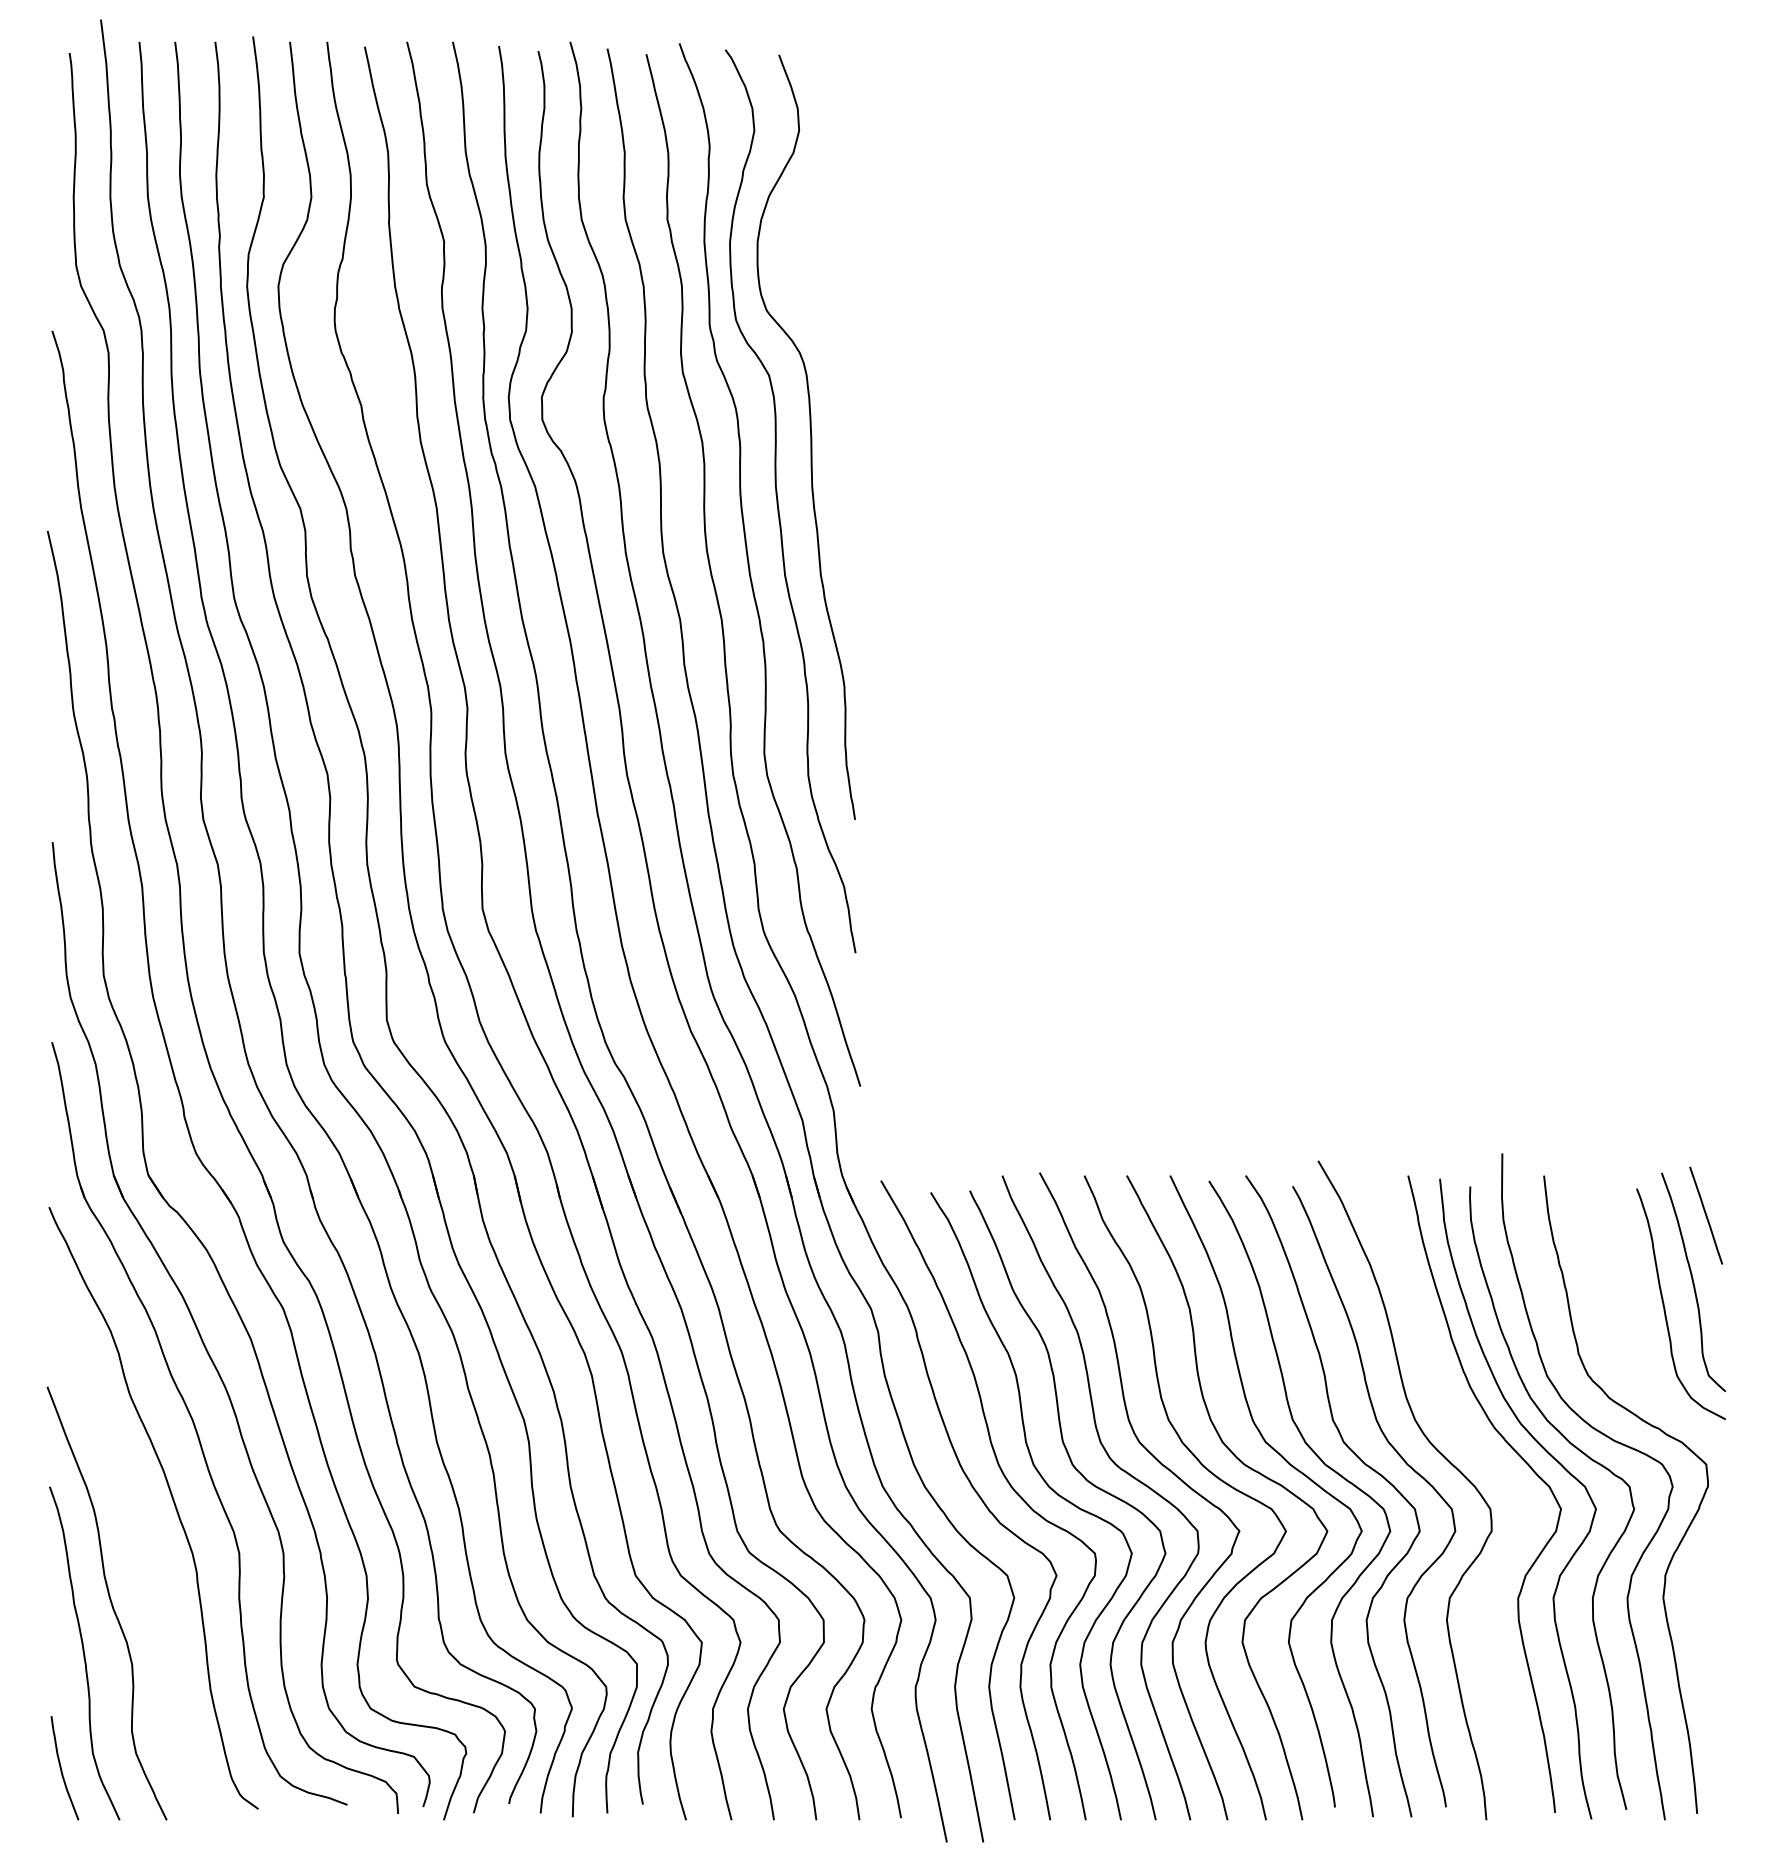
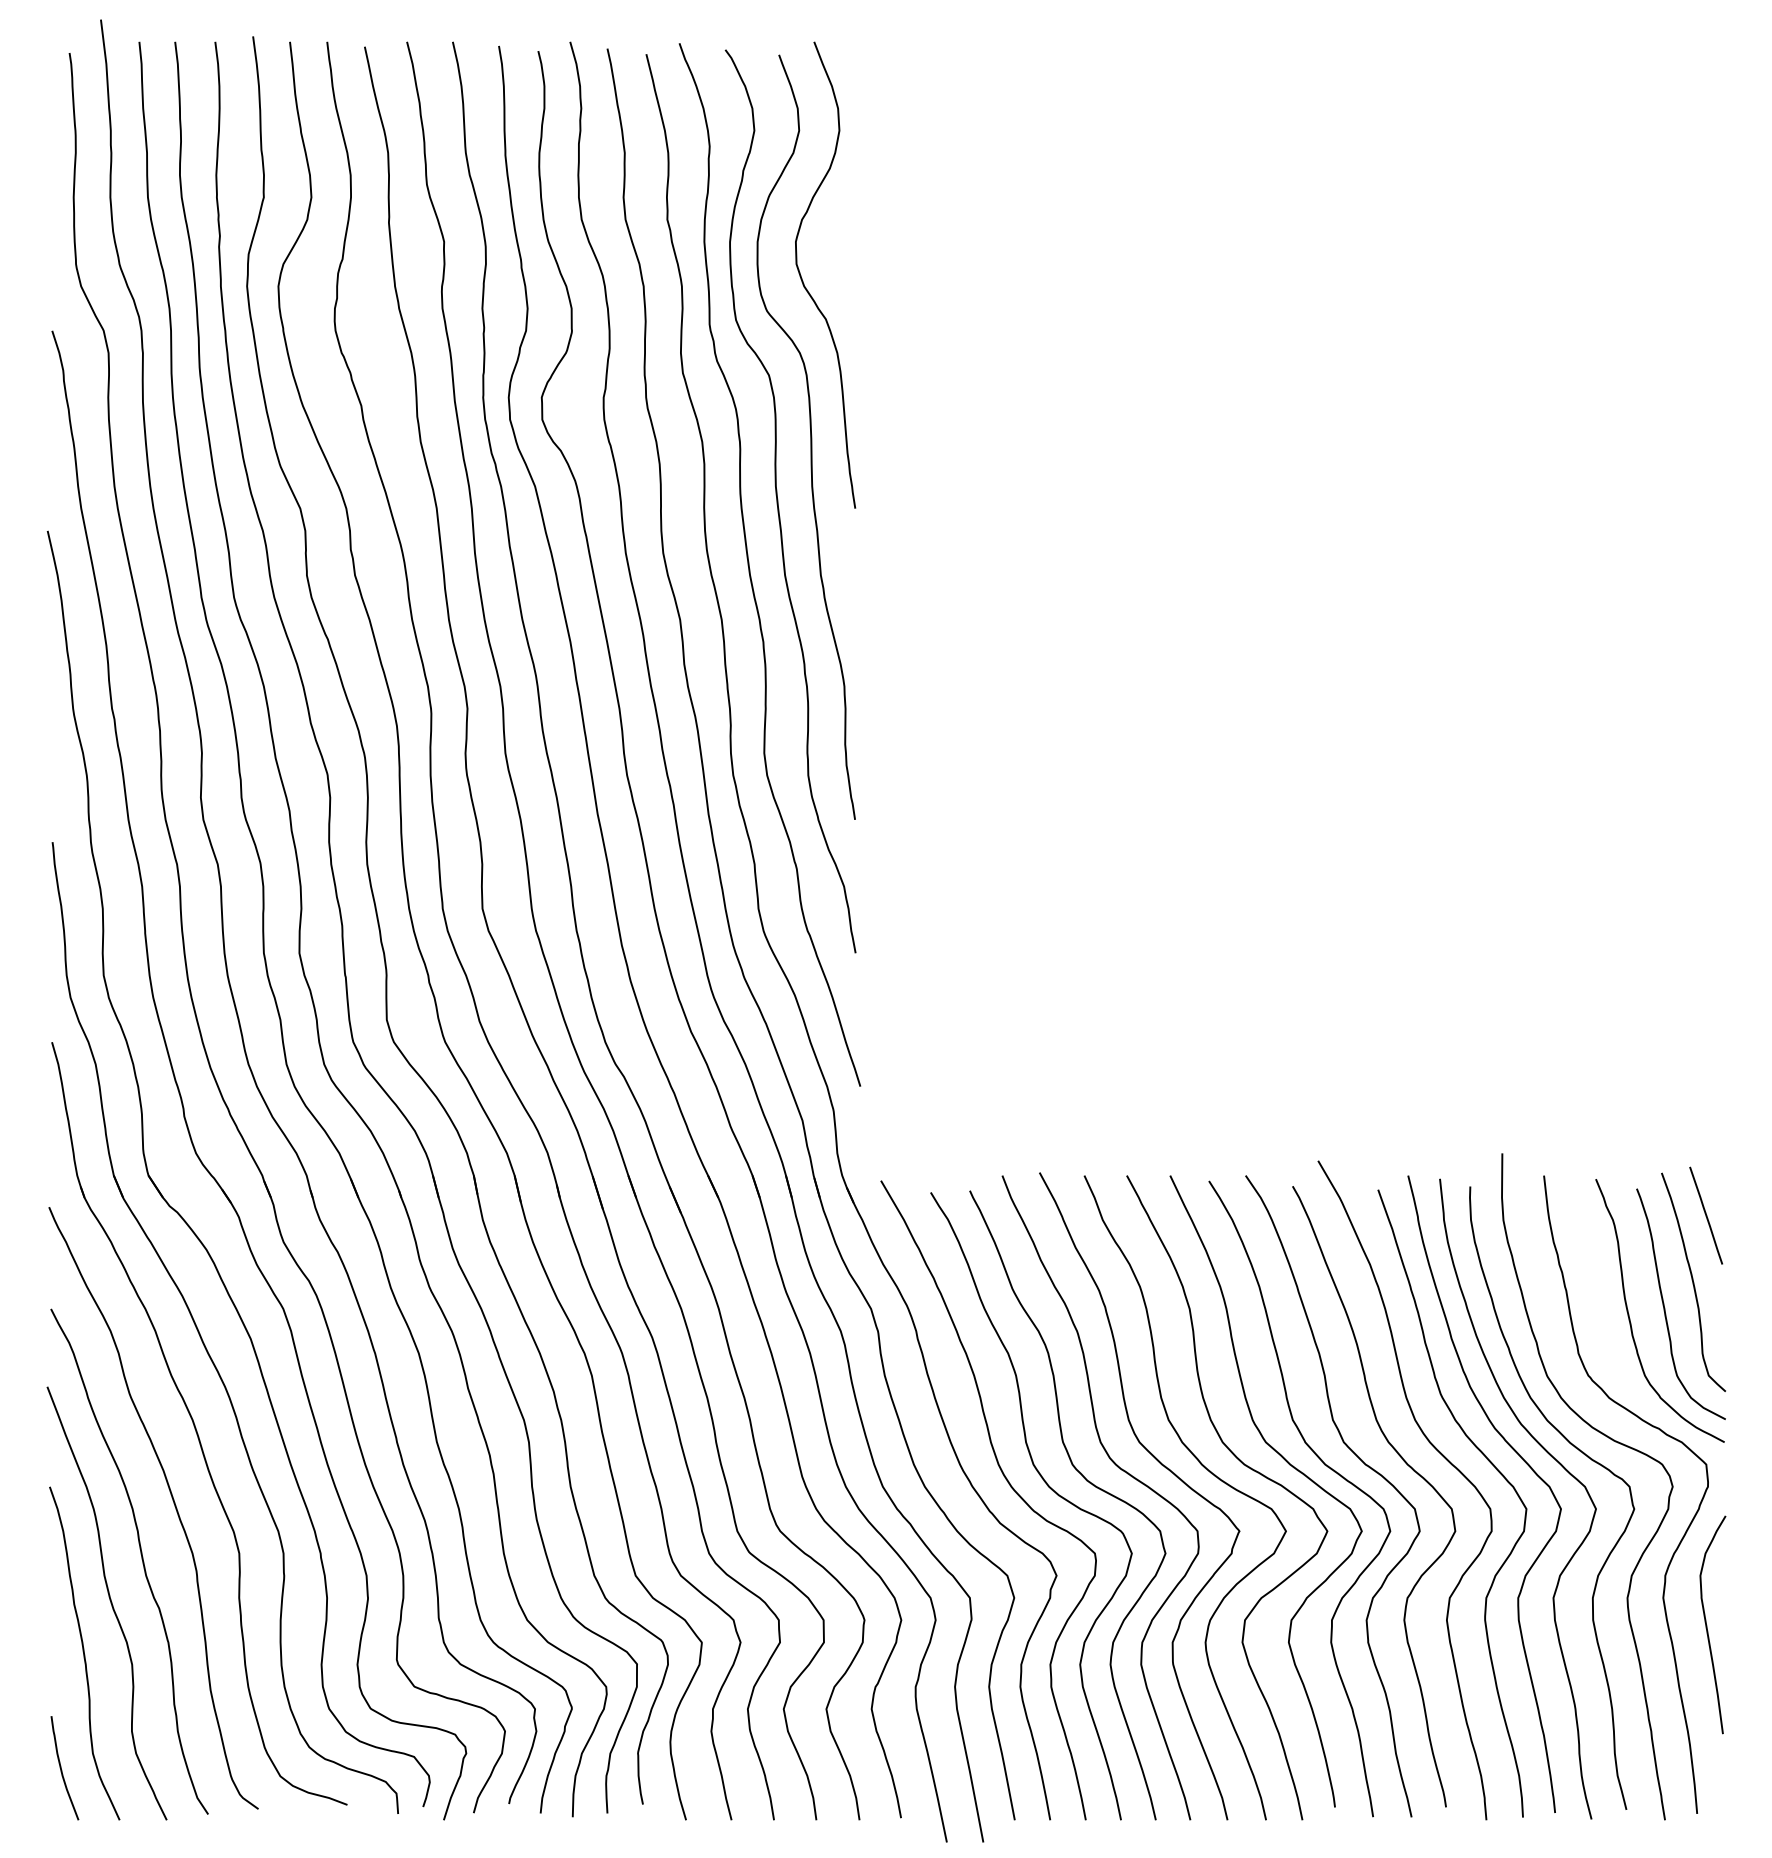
curve at (804, 283): none -> present
curve at (1630, 1318): none -> present
curve at (1496, 1470): none -> present
curve at (141, 1559): none -> present
curve at (1707, 1625): none -> present
